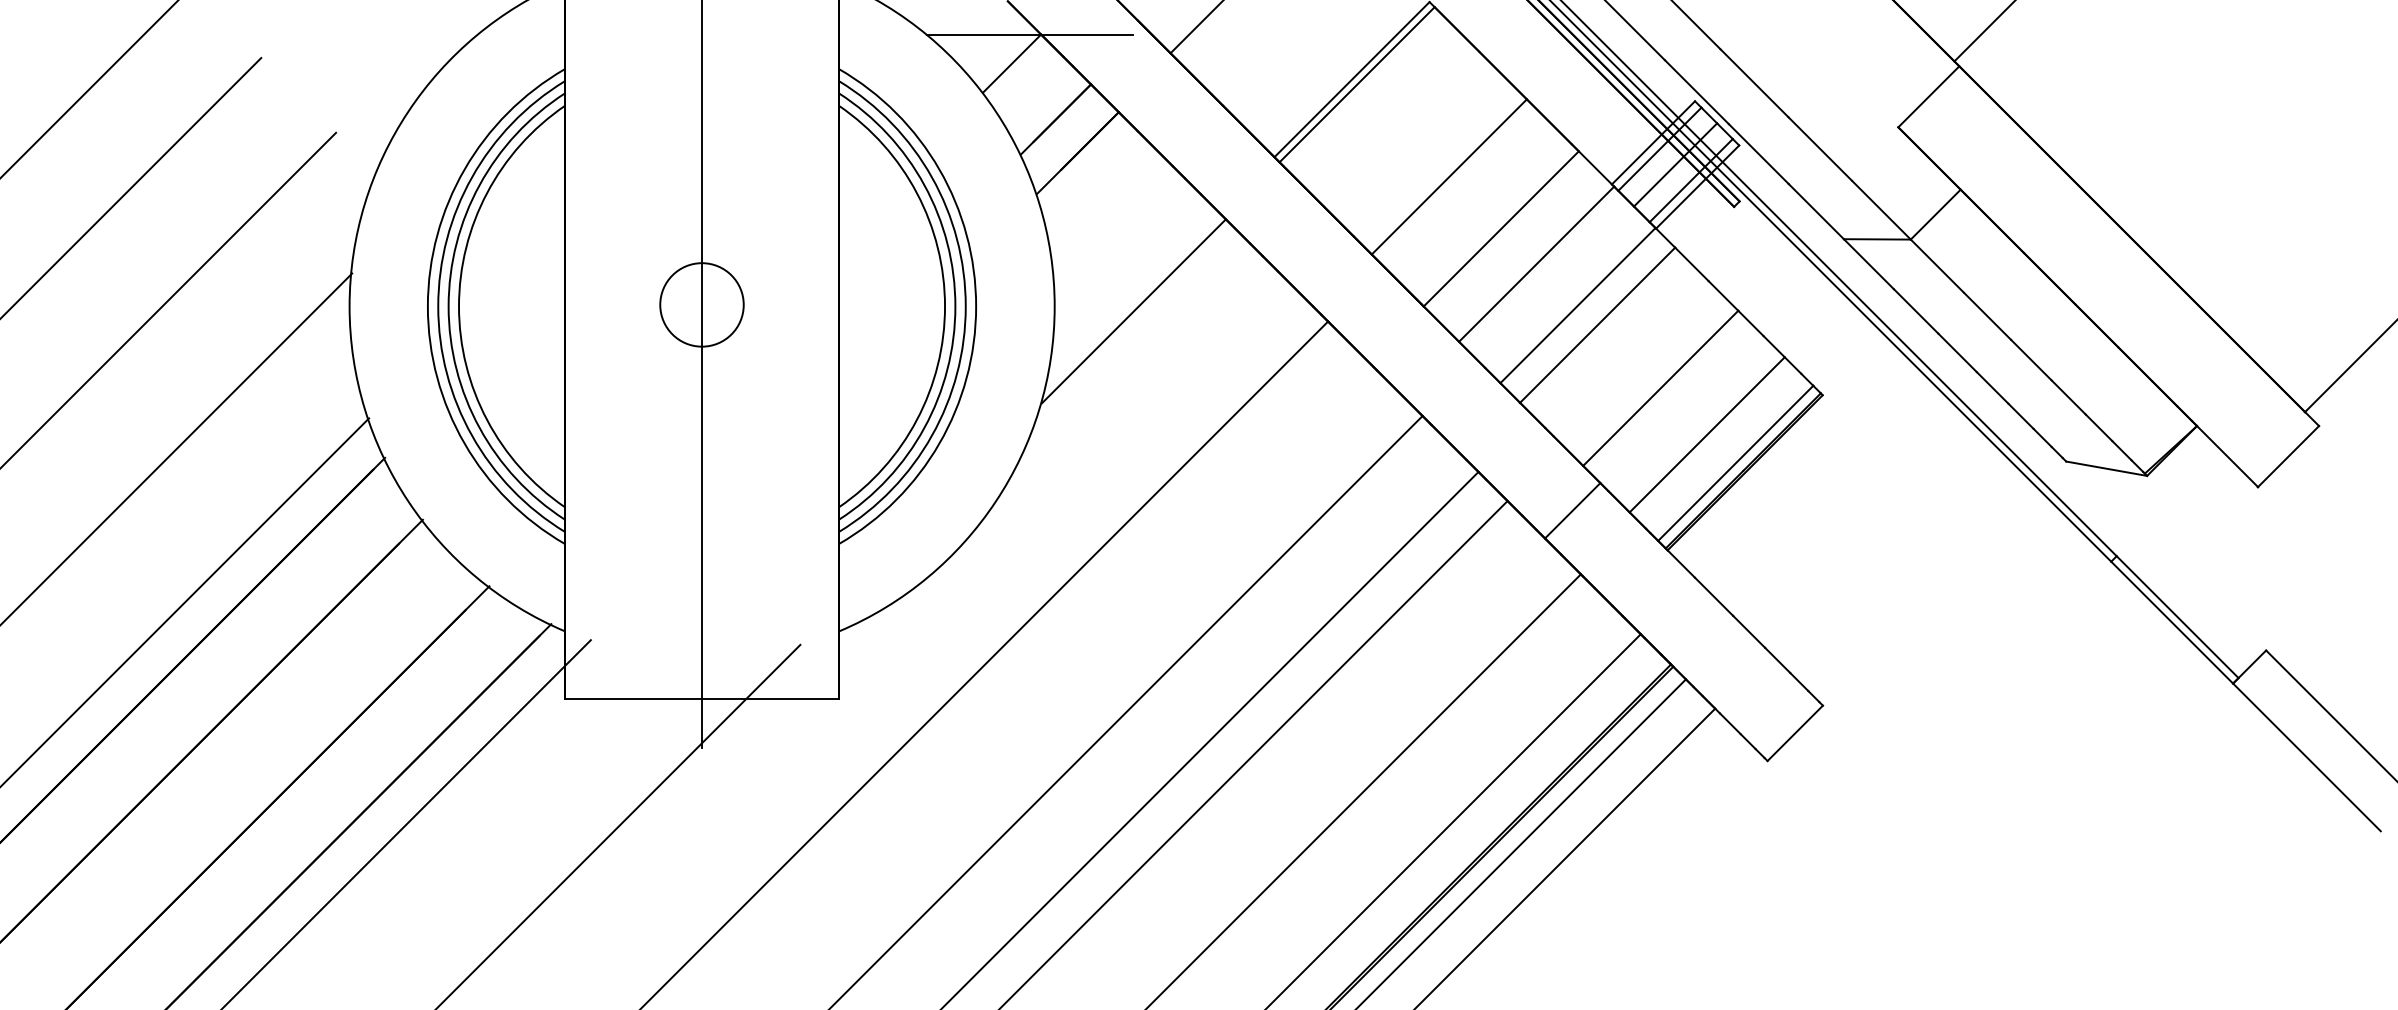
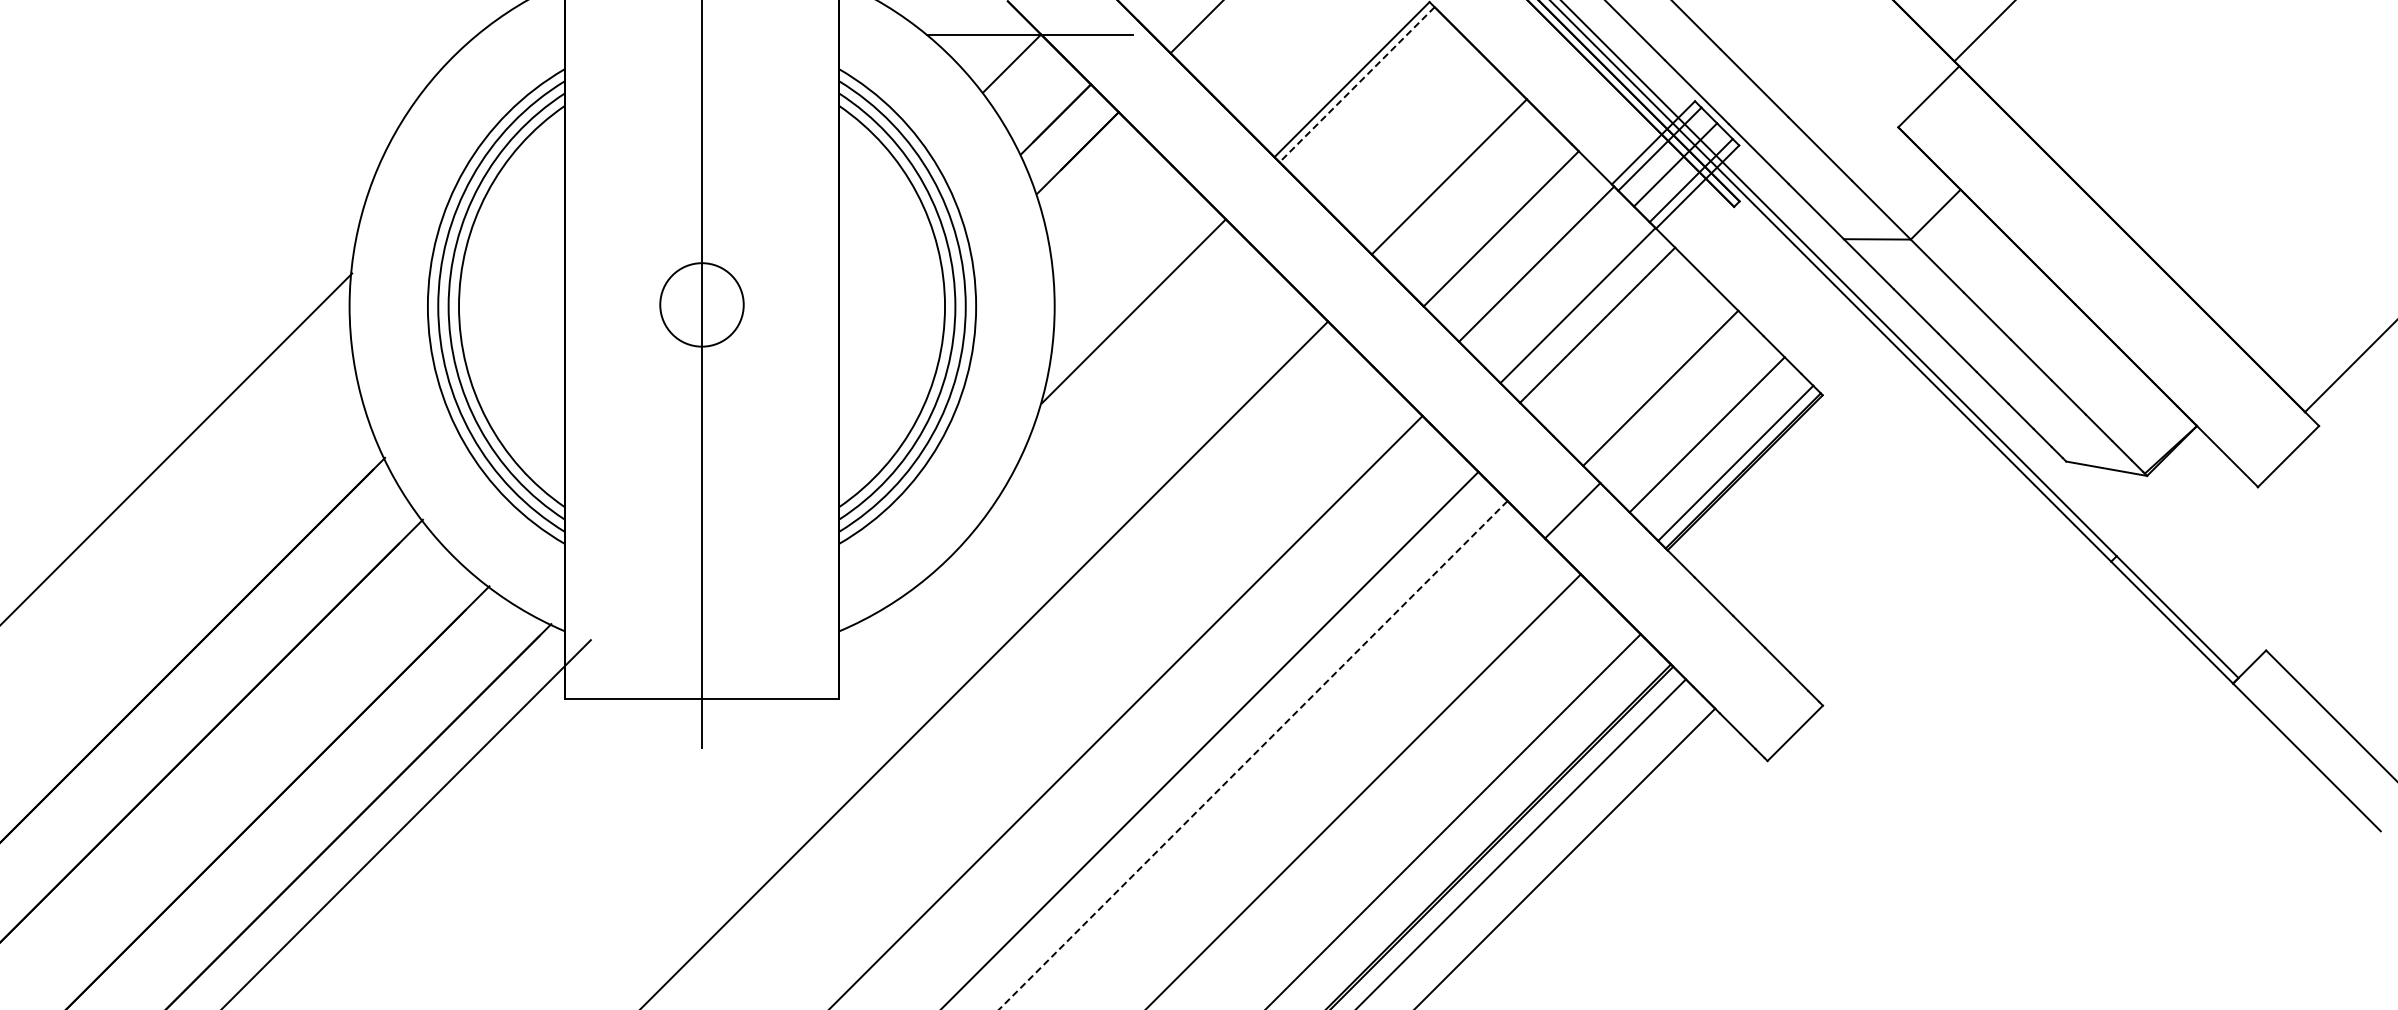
line at (1357, 84): solid -> dashed
line at (89, 89): present -> none
line at (131, 187): present -> none
line at (169, 299): present -> none
line at (185, 601): present -> none
line at (1253, 755): solid -> dashed
line at (619, 825): present -> none
